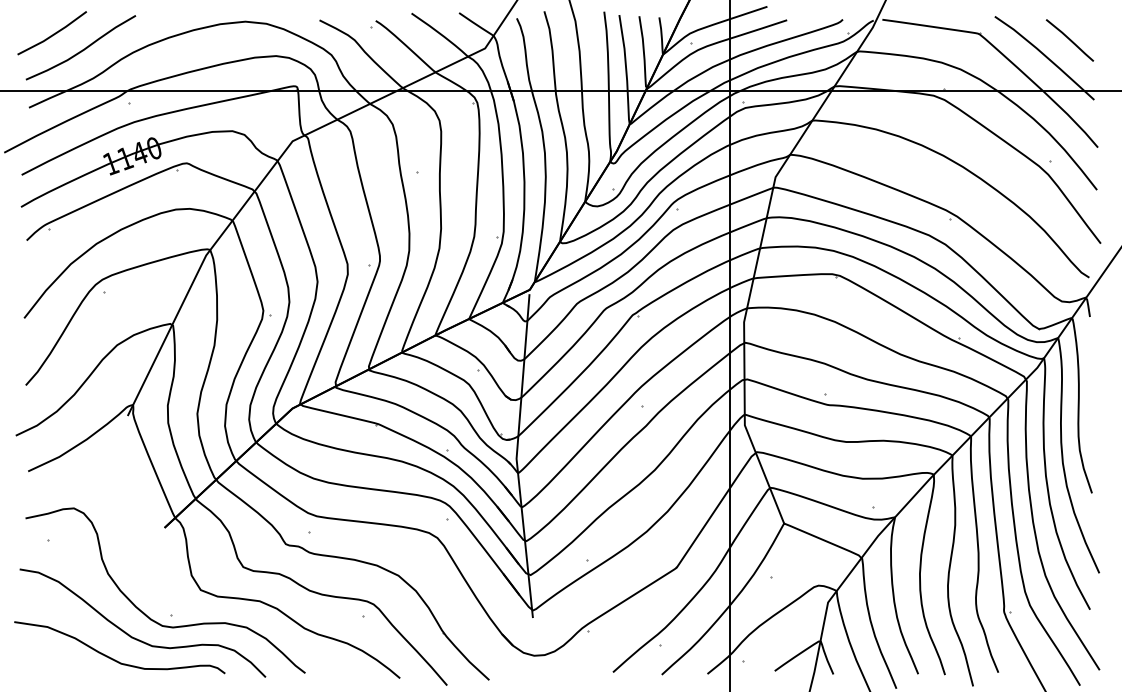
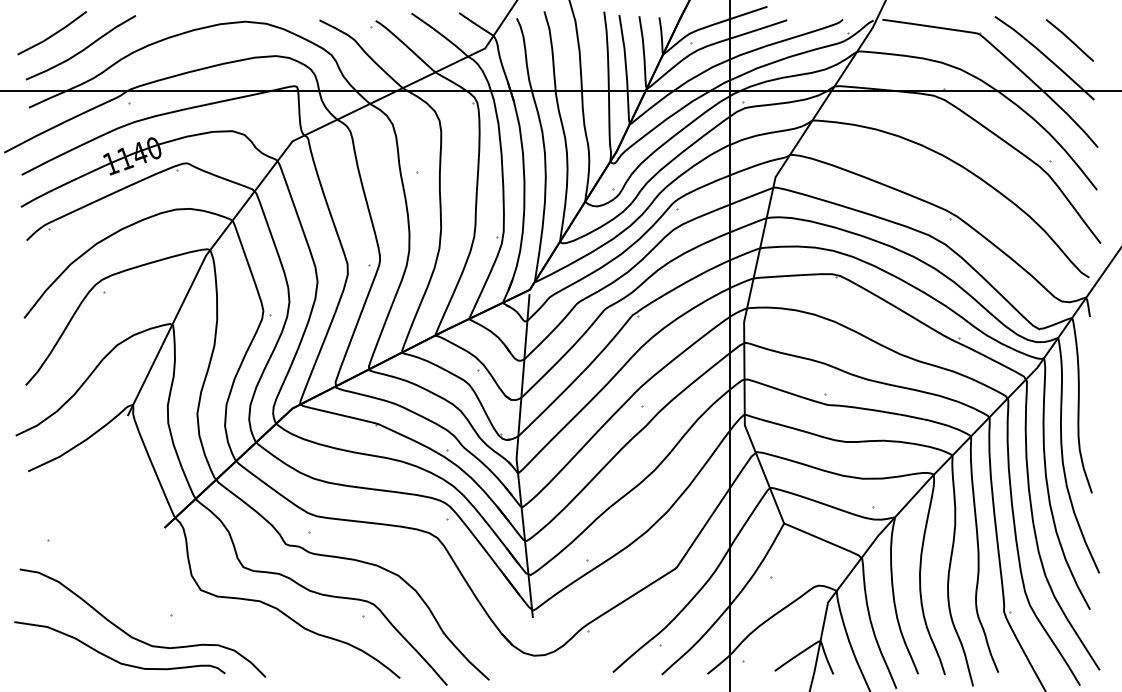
curve at (143, 611): present -> none
